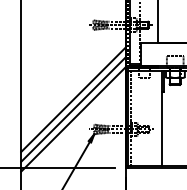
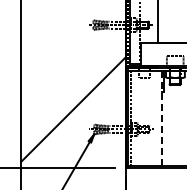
line at (73, 99): present -> none
line at (162, 118): solid -> dashed
line at (73, 119): present -> none
